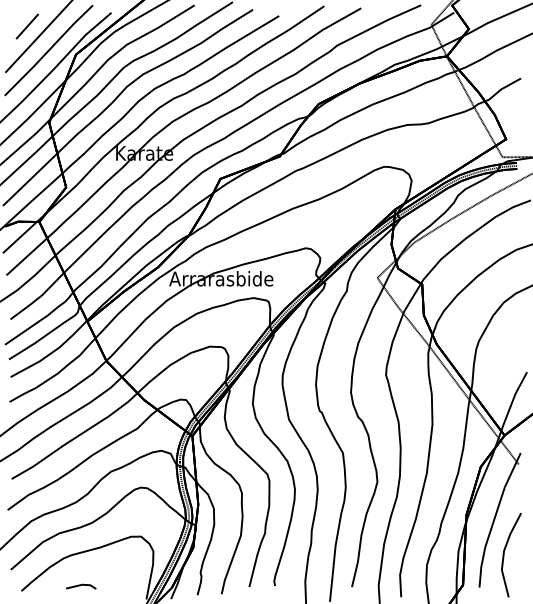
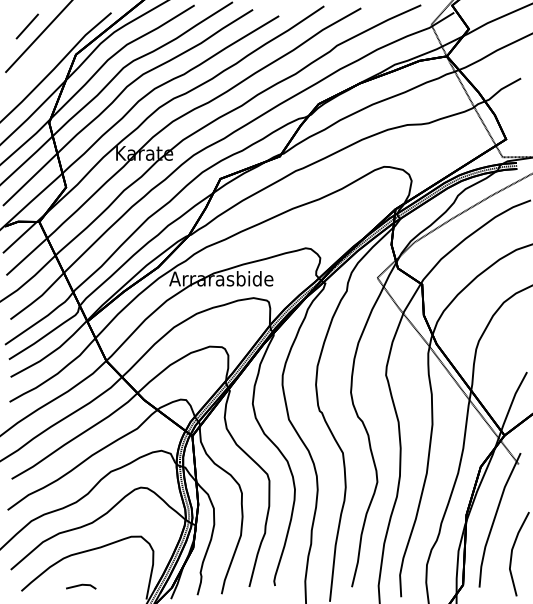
line at (48, 50): present -> none
line at (504, 554) position: (504, 554) -> (512, 553)
